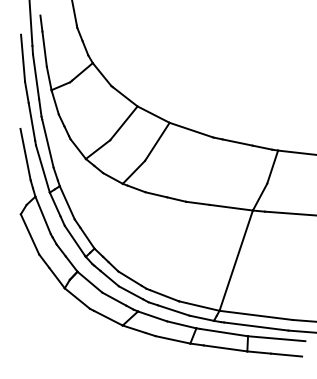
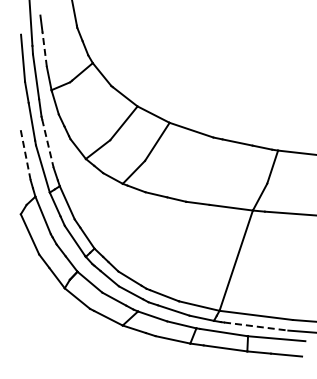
line at (44, 49): solid -> dashed
line at (47, 143): solid -> dashed
line at (25, 154): solid -> dashed
line at (256, 326): solid -> dashed
